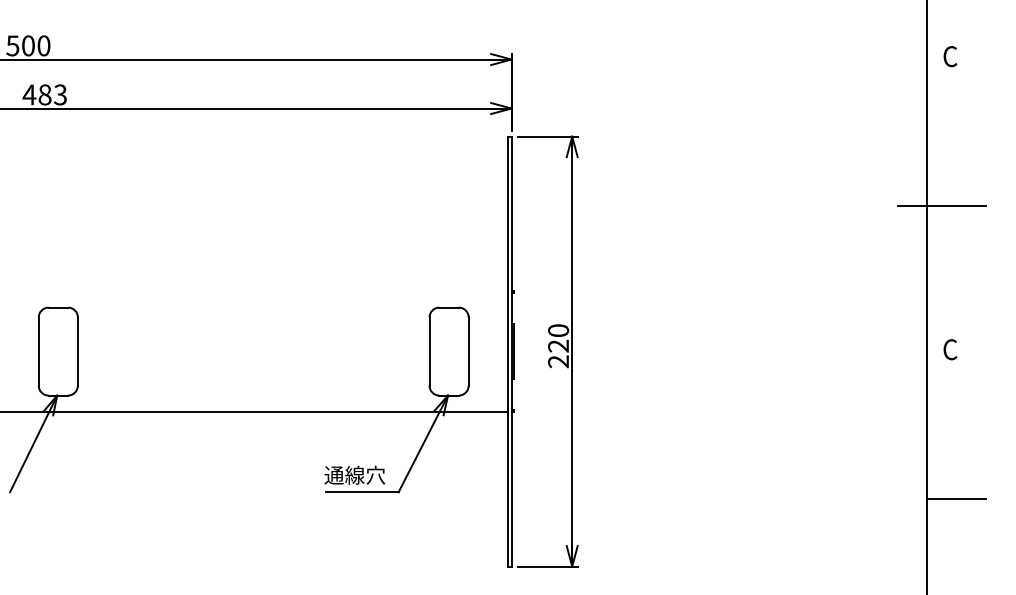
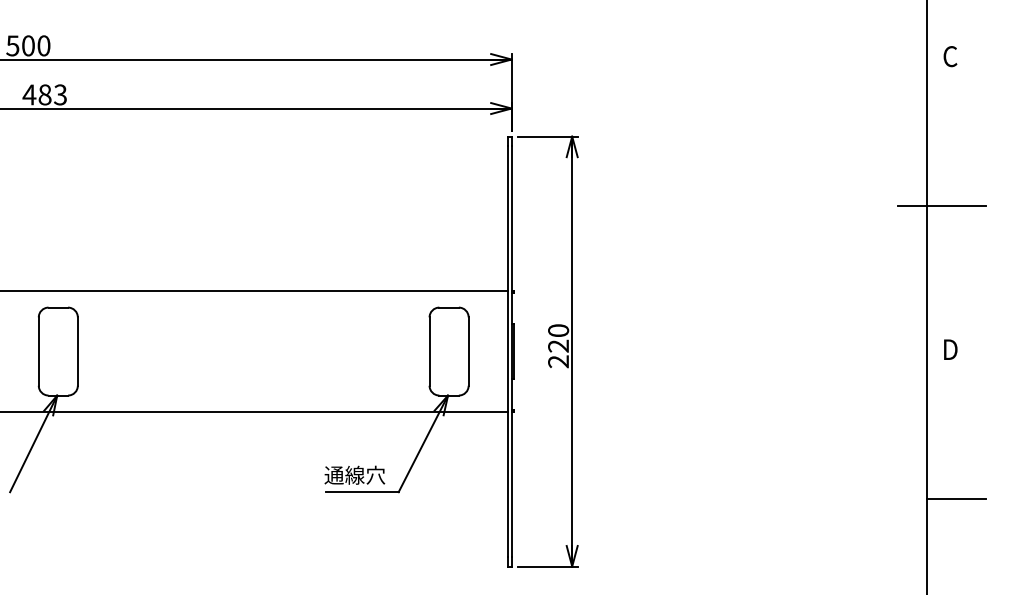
line at (254, 291): none -> present
text at (950, 349): C -> D
